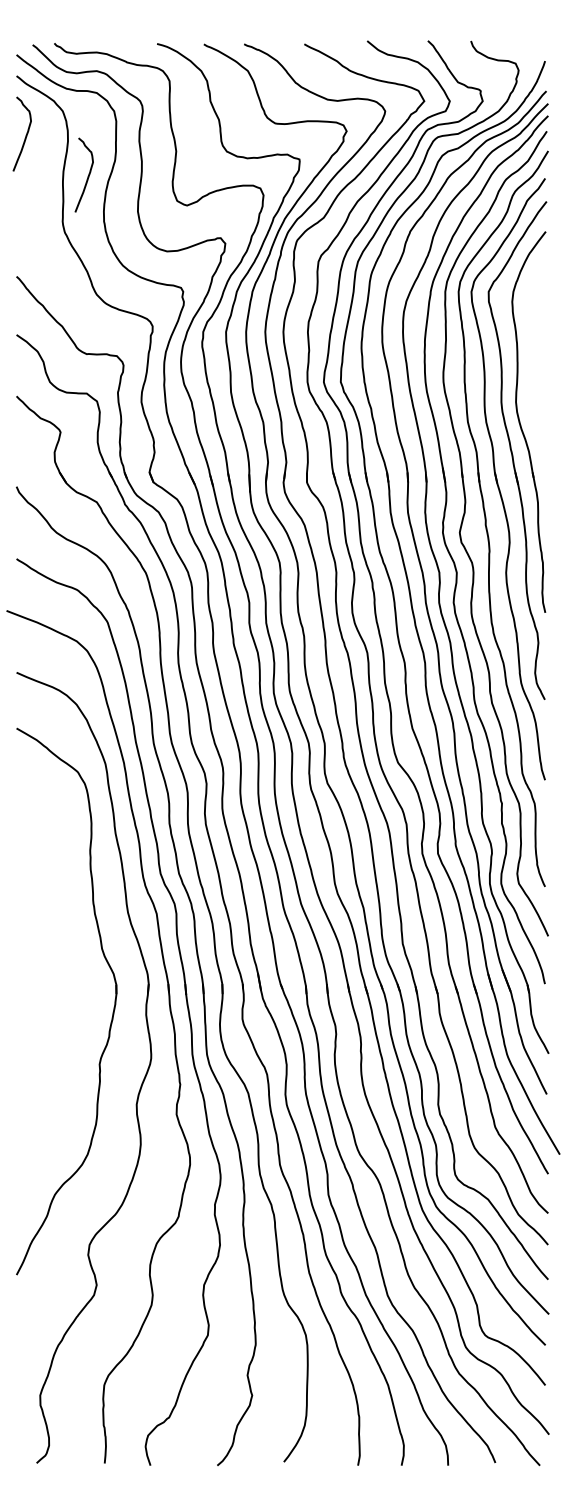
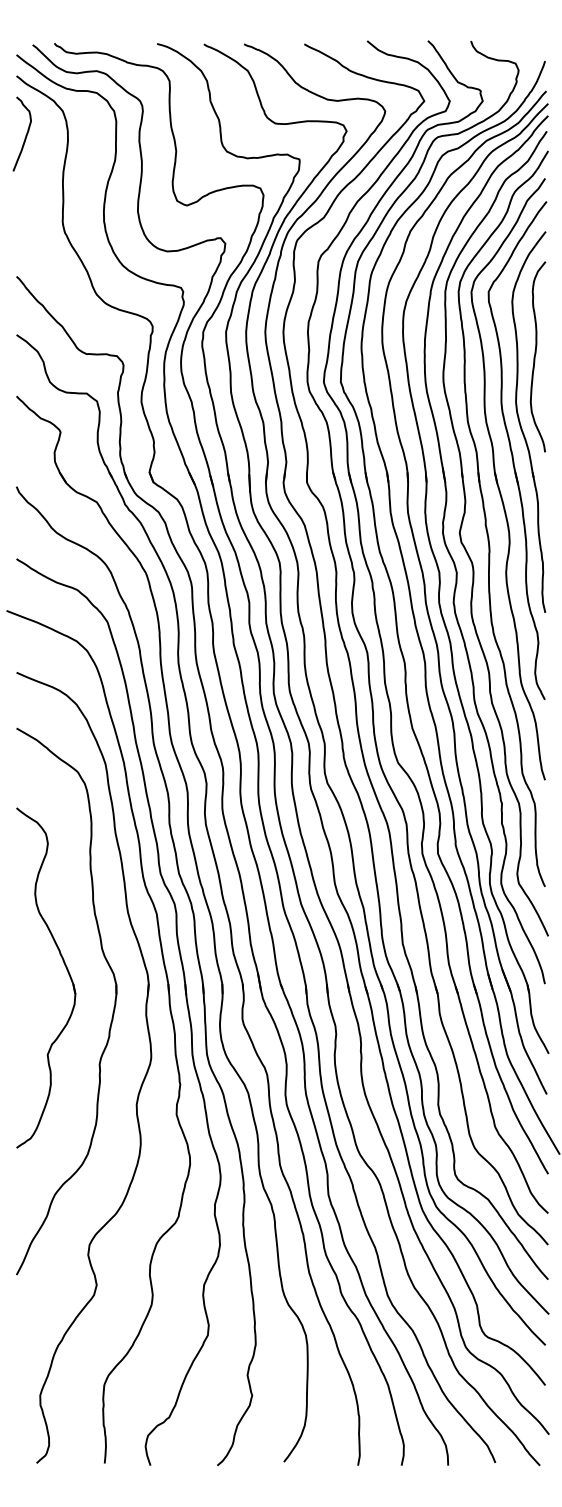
curve at (87, 176): present -> none
curve at (535, 356): none -> present
part at (66, 970): none -> present
